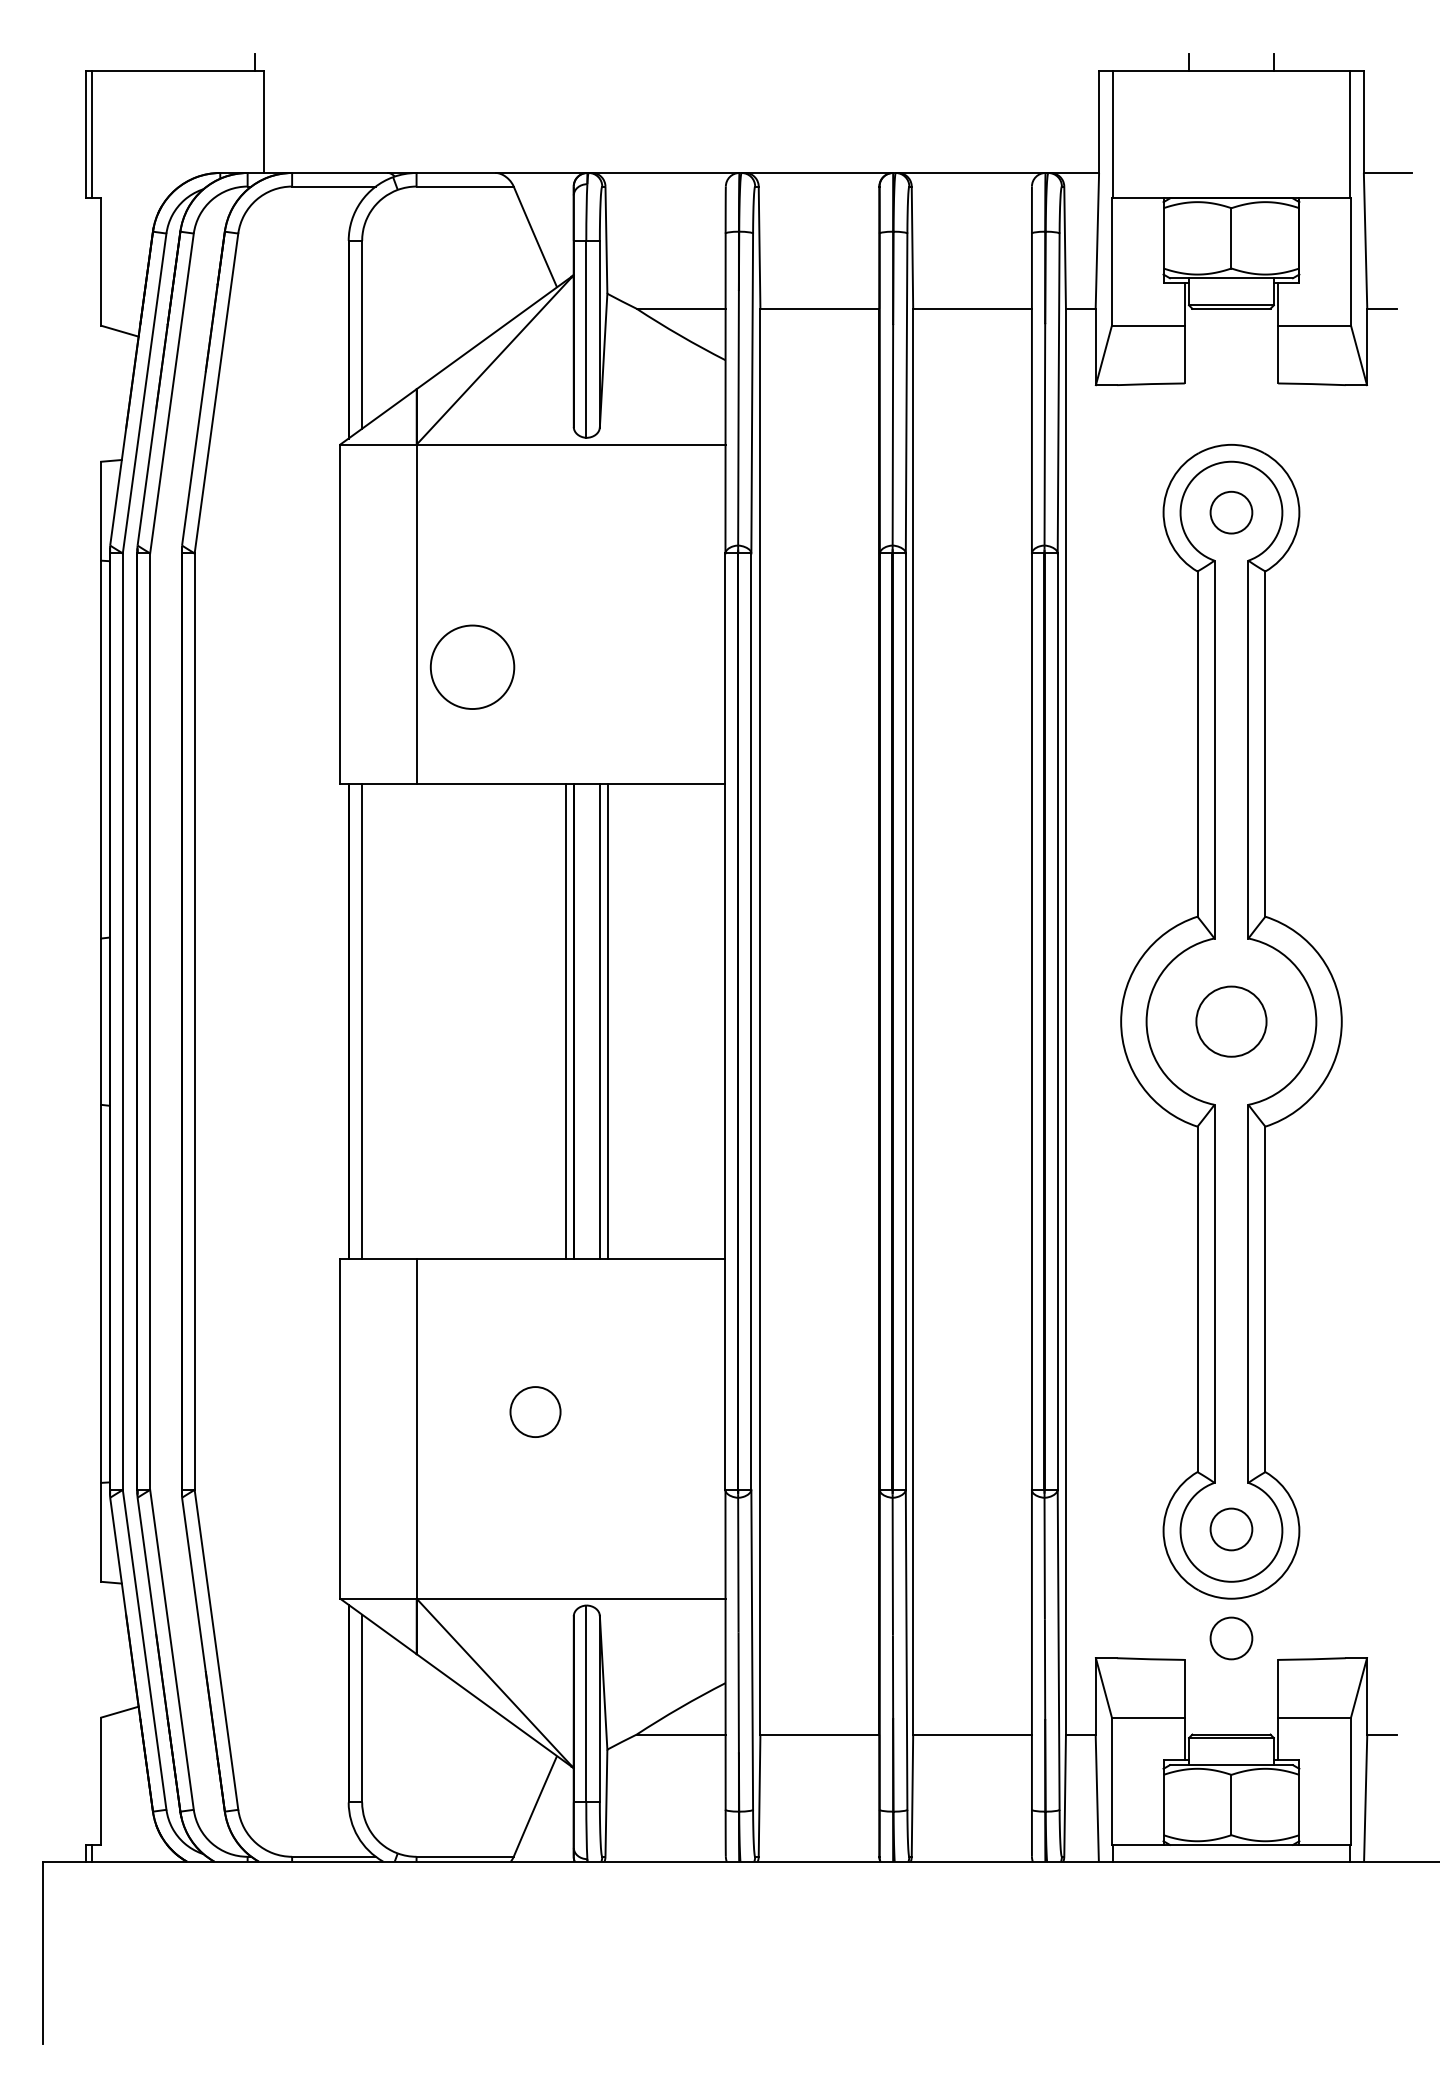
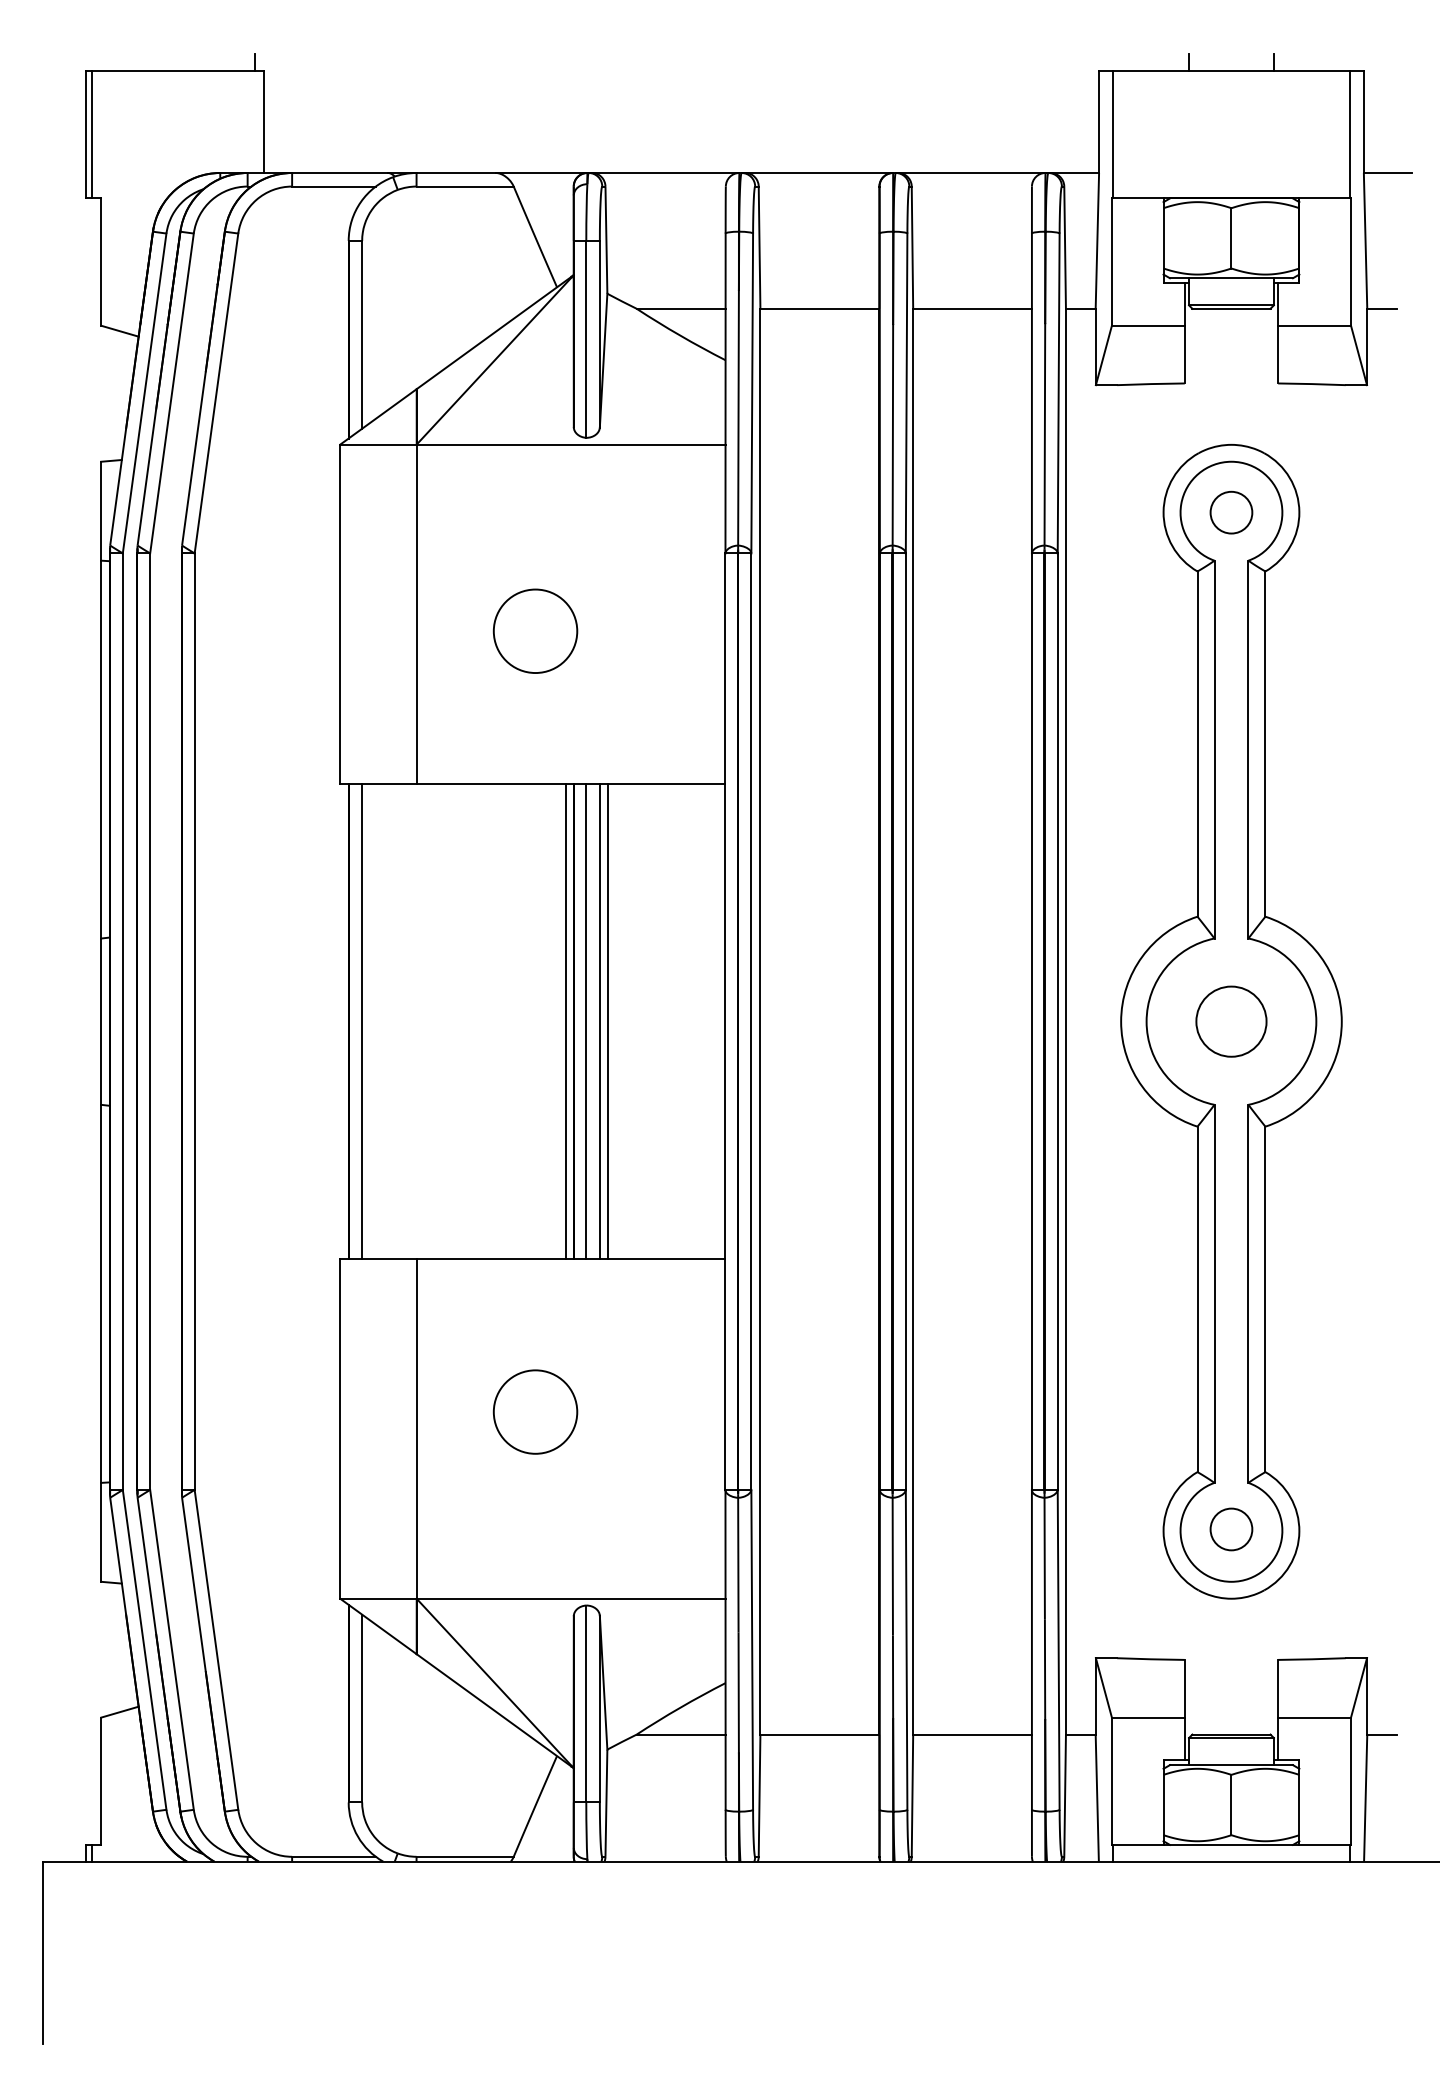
circle at (472, 666) position: (472, 666) -> (535, 630)
line at (586, 1021): none -> present
circle at (535, 1412) diameter: 50 px -> 83 px
circle at (1231, 1638): present -> none
